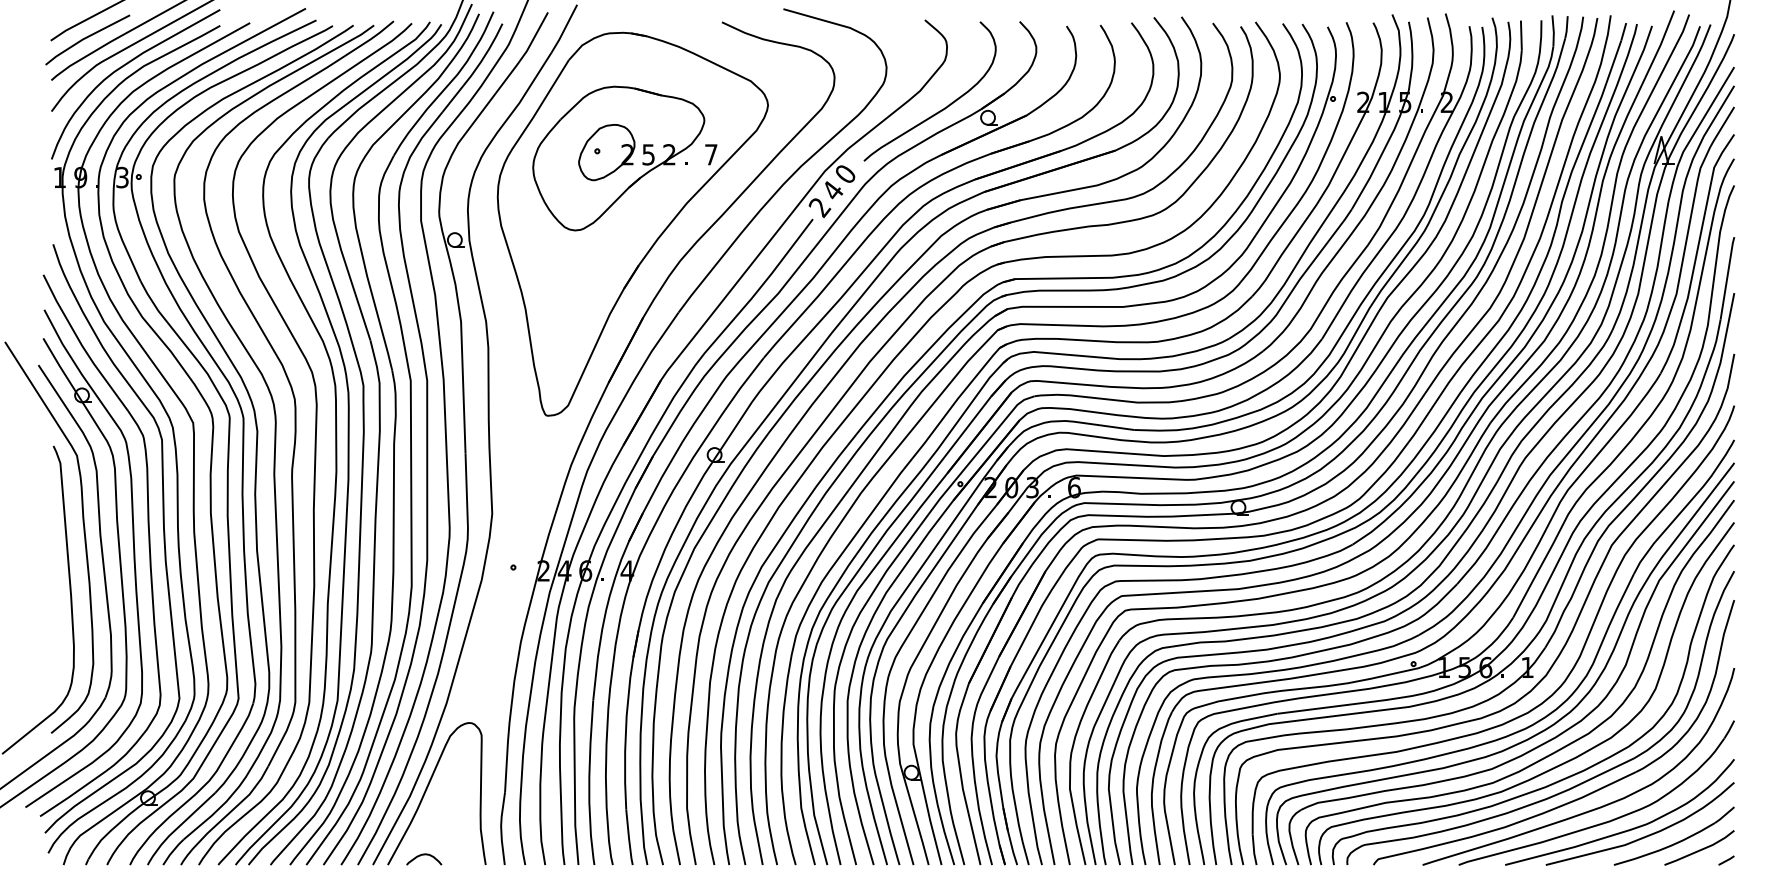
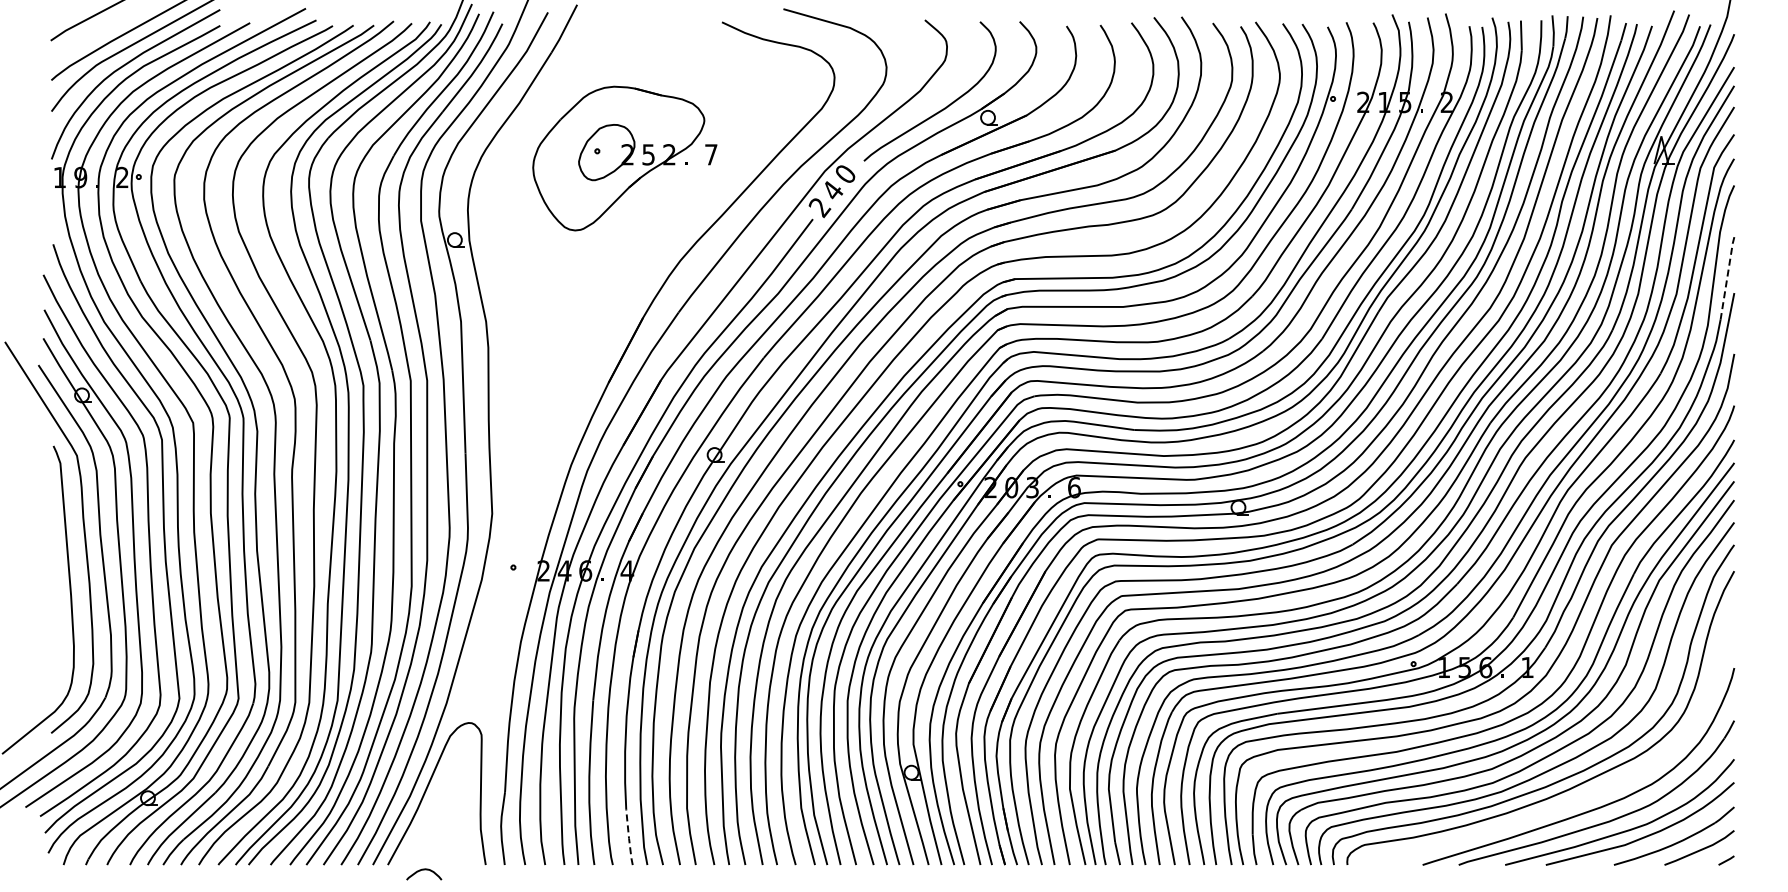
line at (87, 38): present -> none
text at (122, 177): 3 -> 2
part at (632, 223): present -> none
line at (1727, 277): solid -> dashed
part at (1581, 796): present -> none
line at (629, 838): solid -> dashed
curve at (424, 855) position: (424, 855) -> (424, 870)
